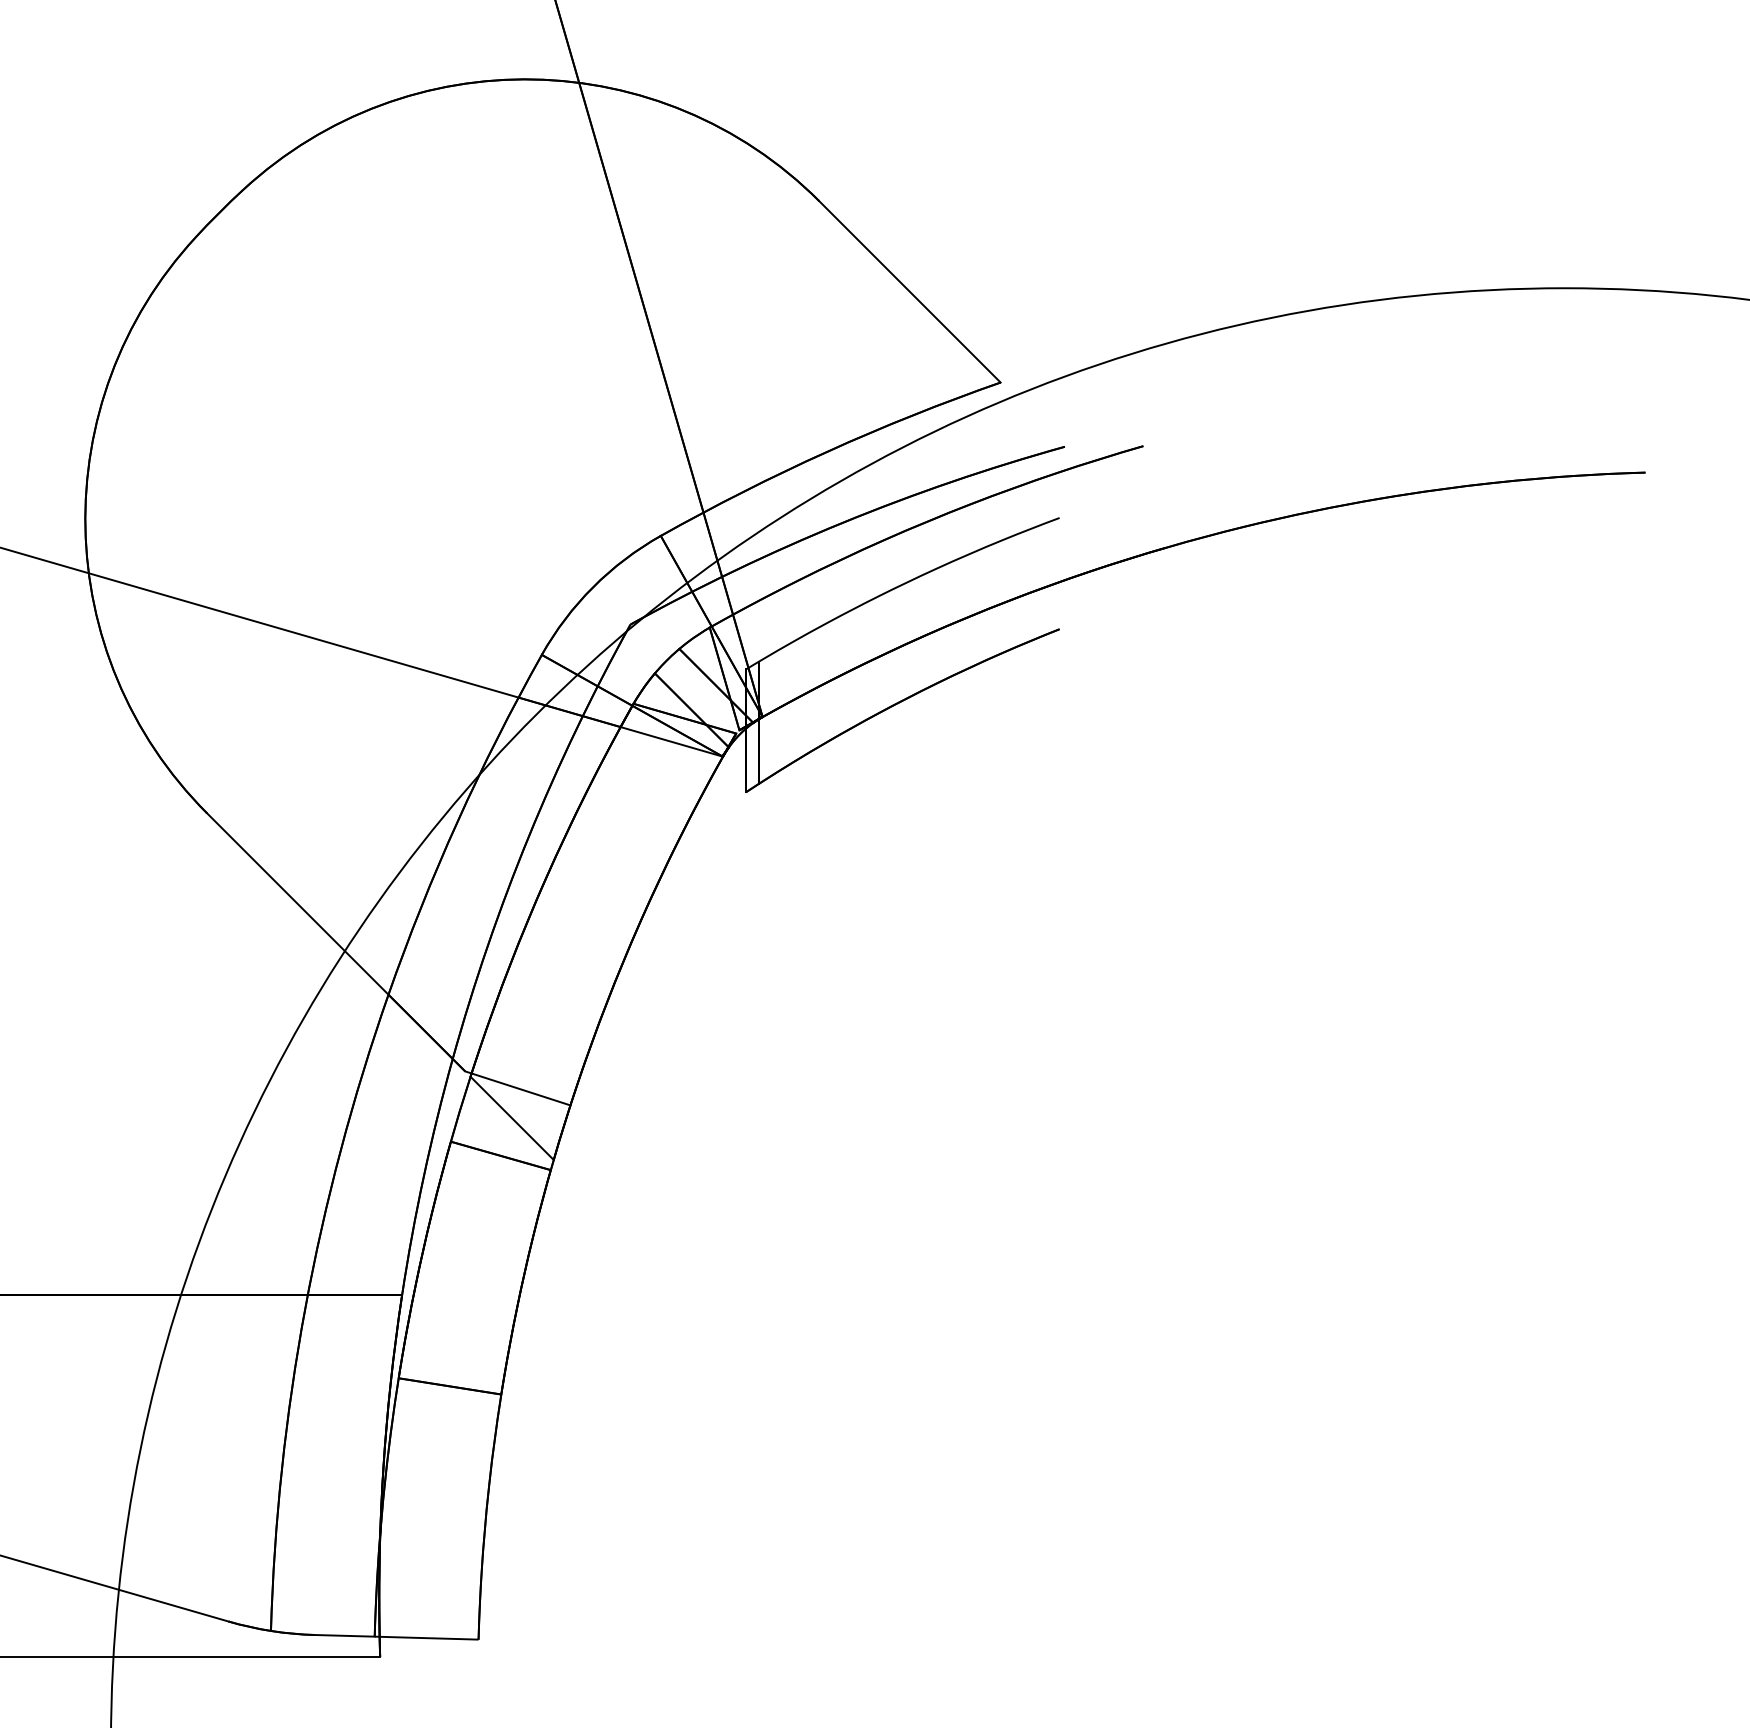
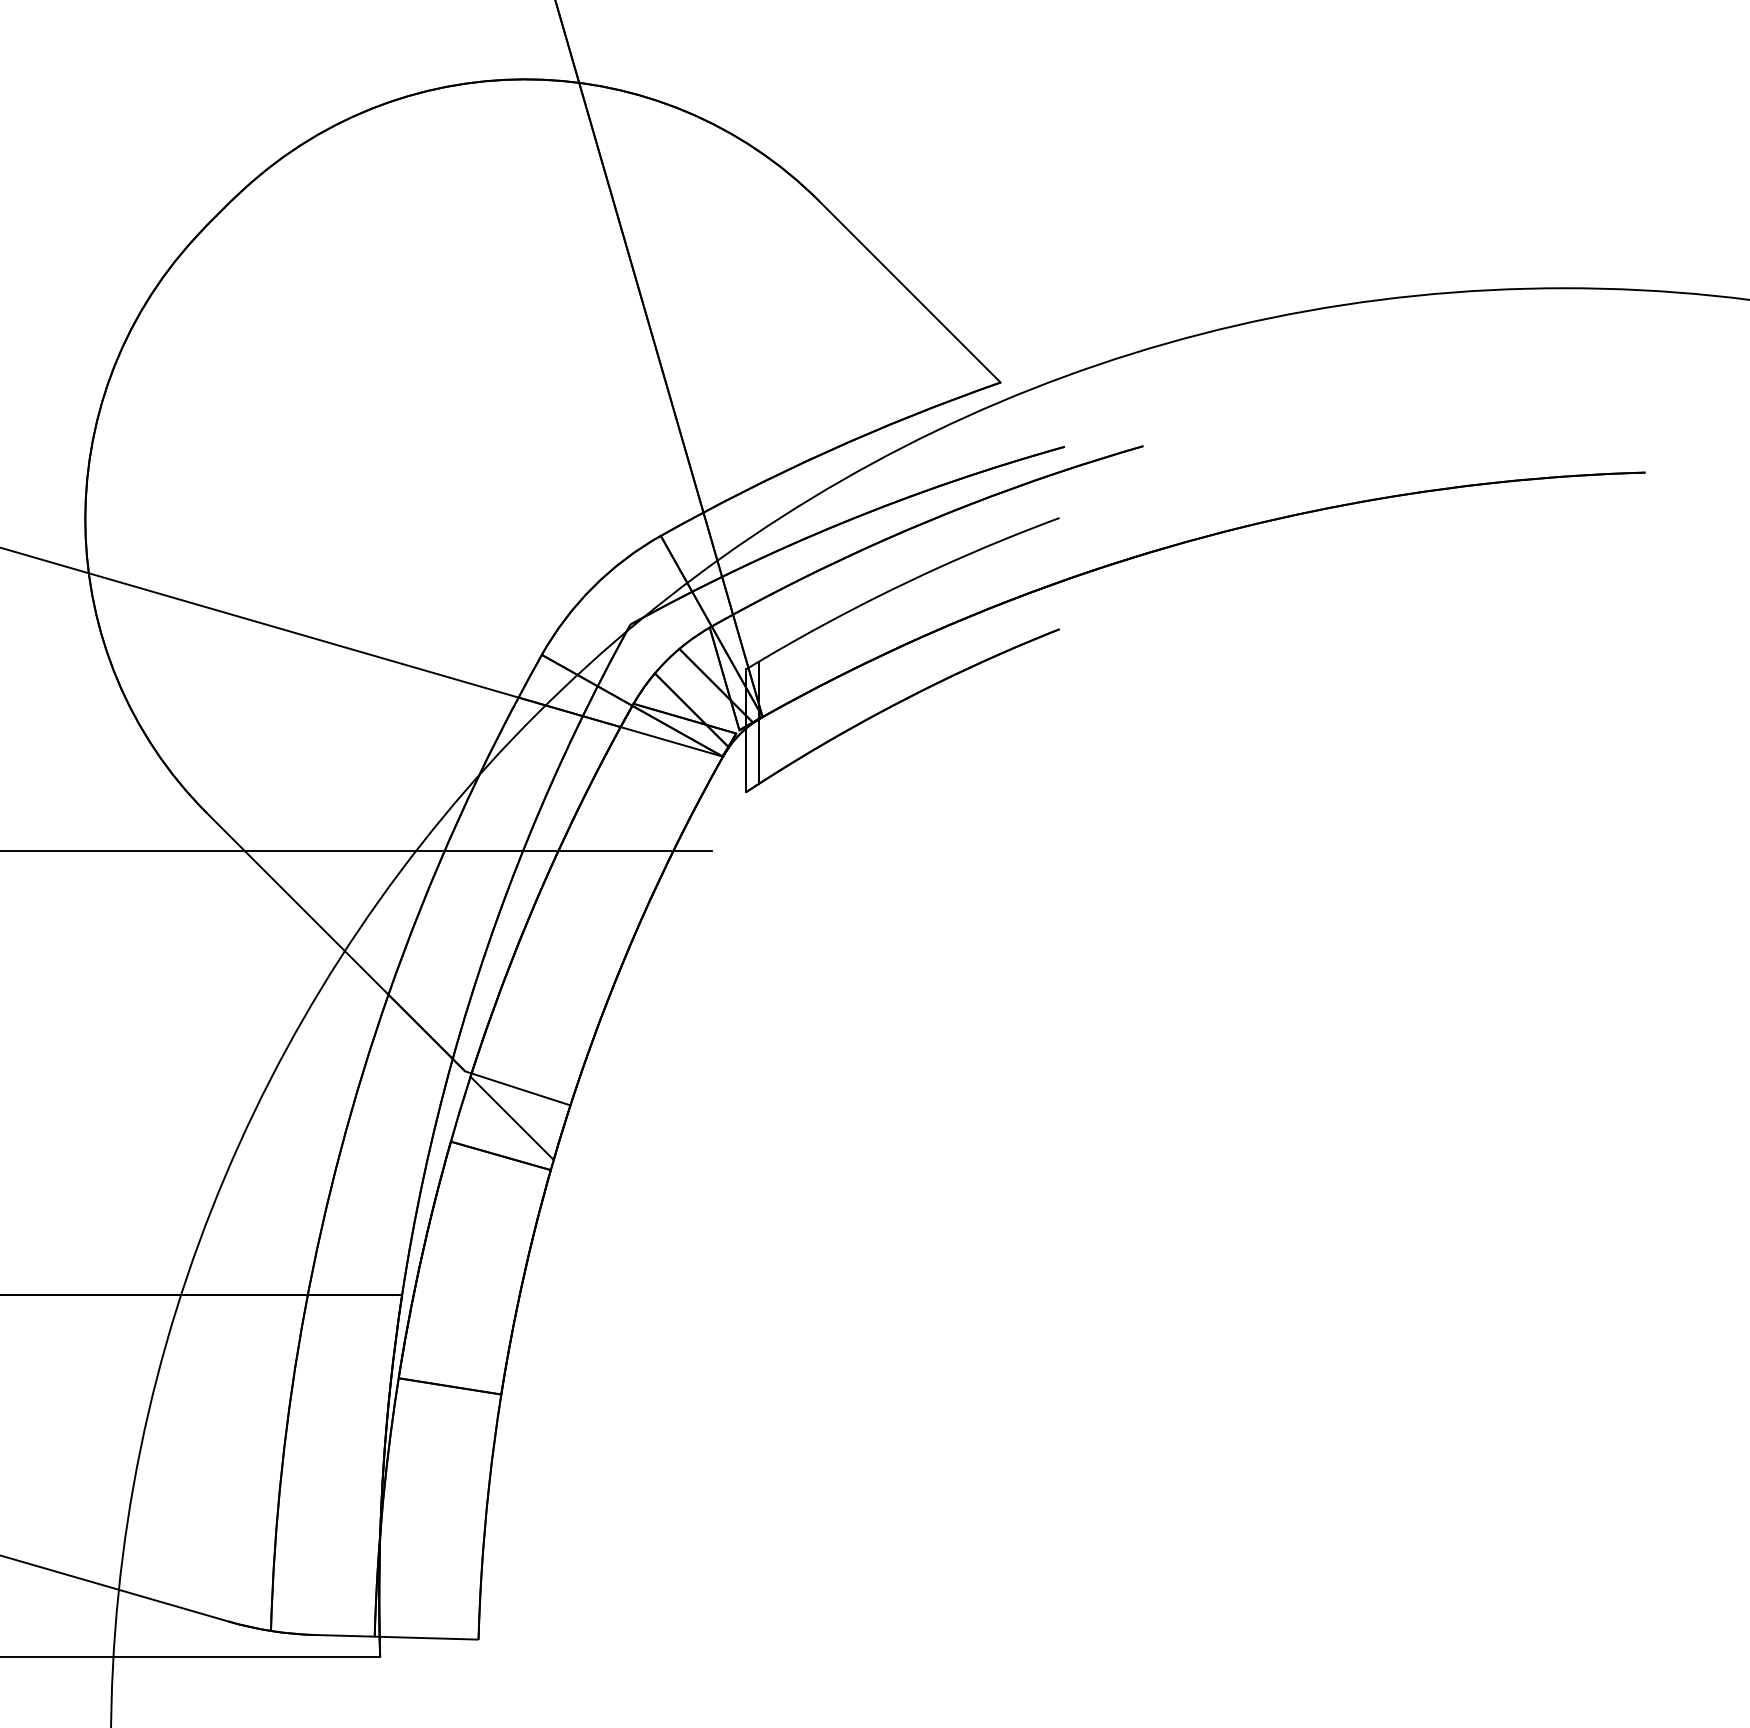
line at (357, 851): none -> present
